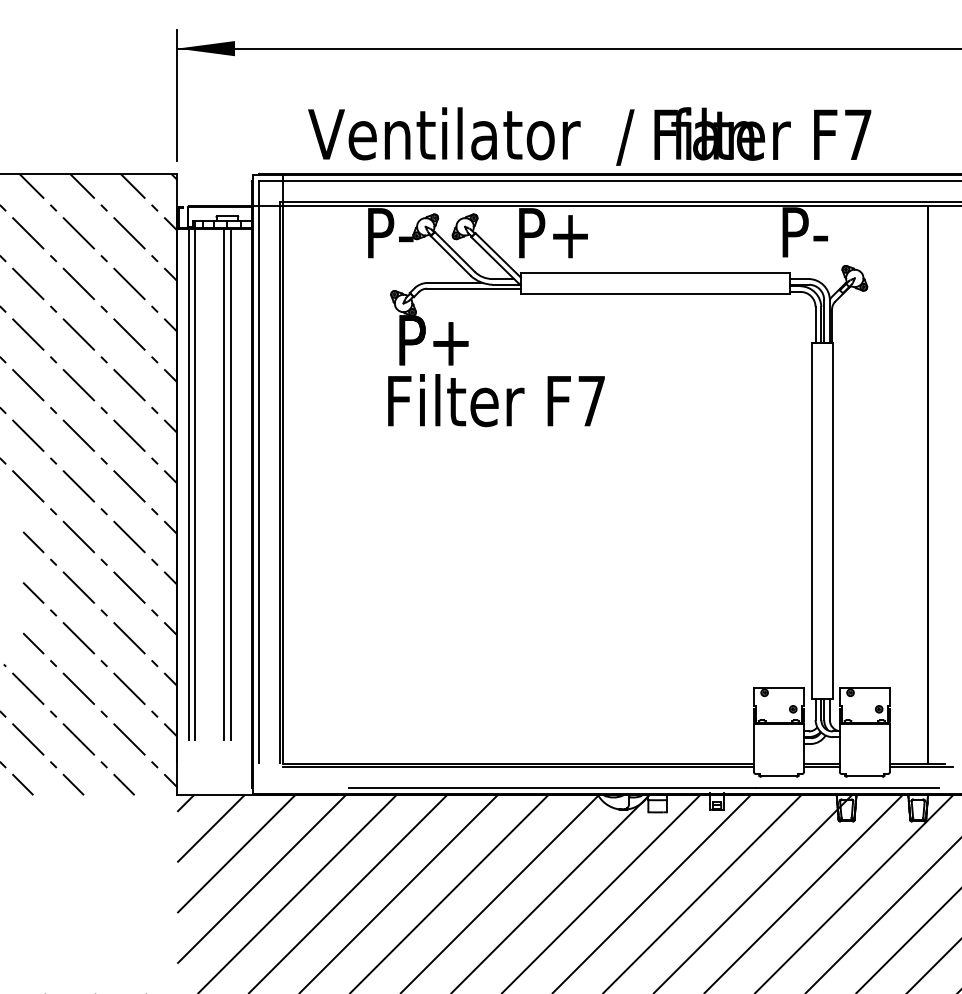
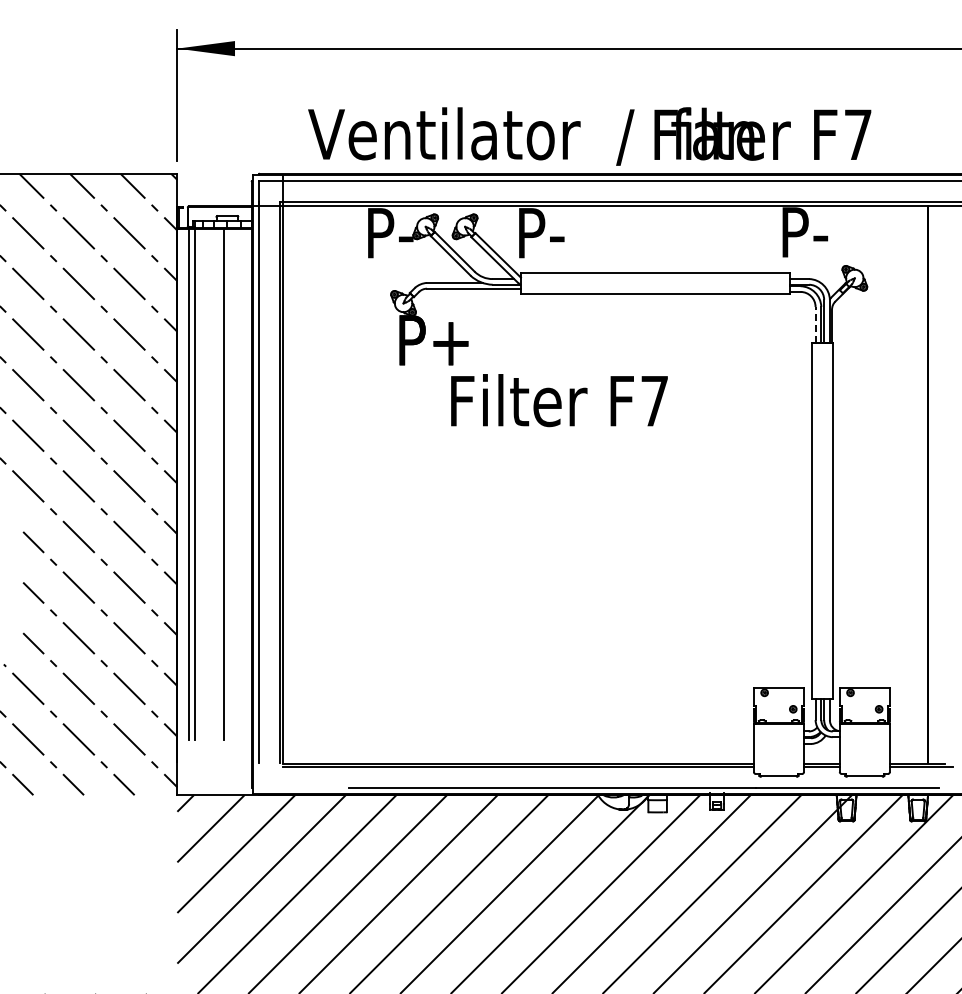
text at (568, 236): P+ -> P-
line at (815, 324): solid -> dashed
text at (496, 400) position: (496, 400) -> (559, 400)
line at (230, 484): present -> none
